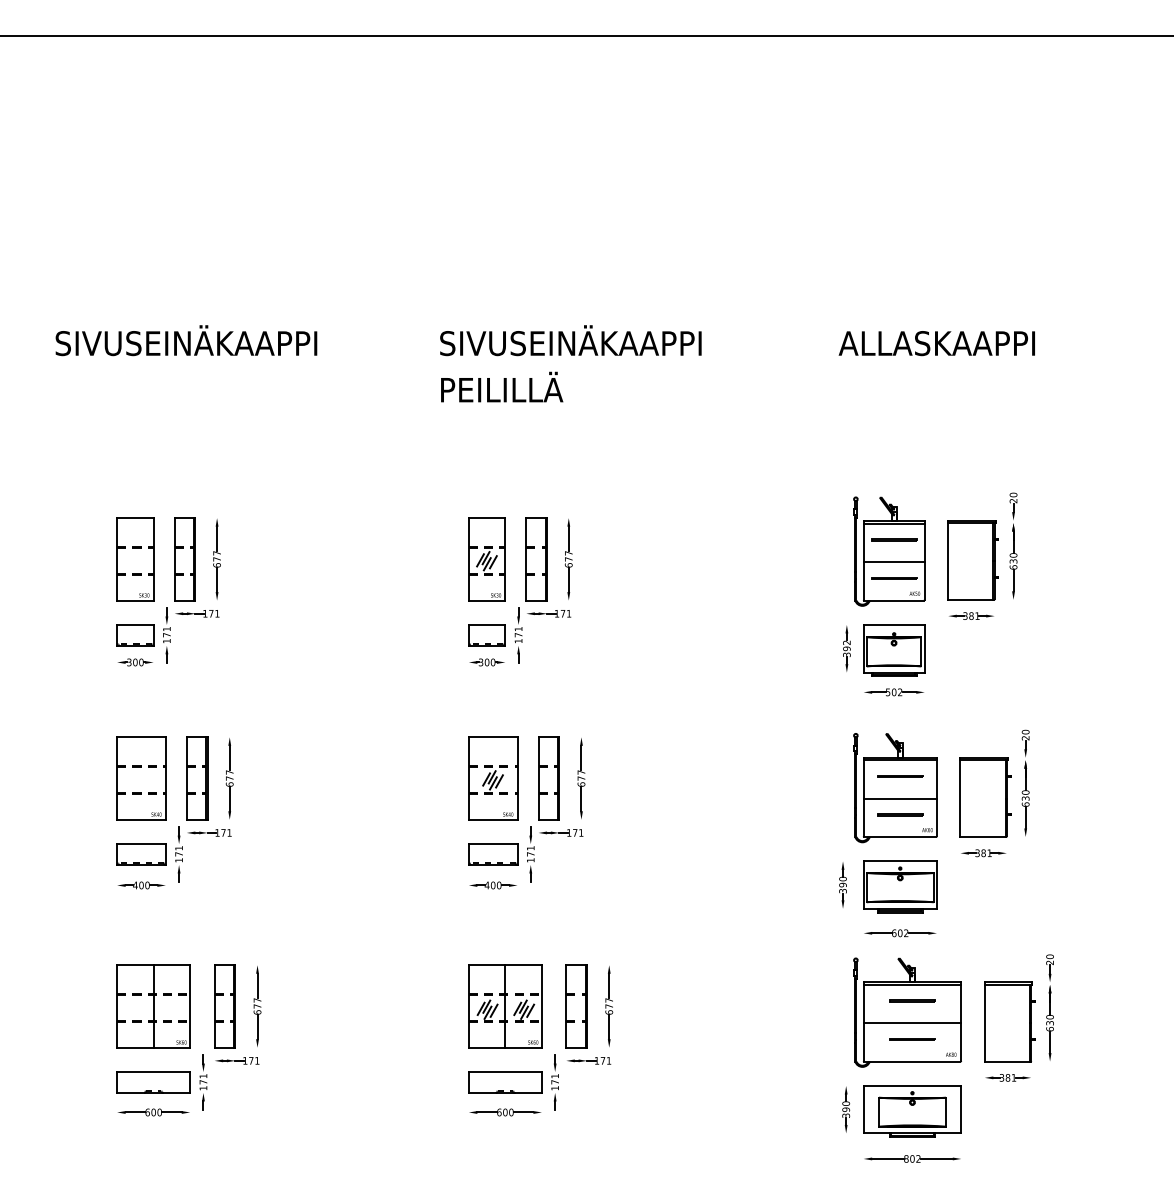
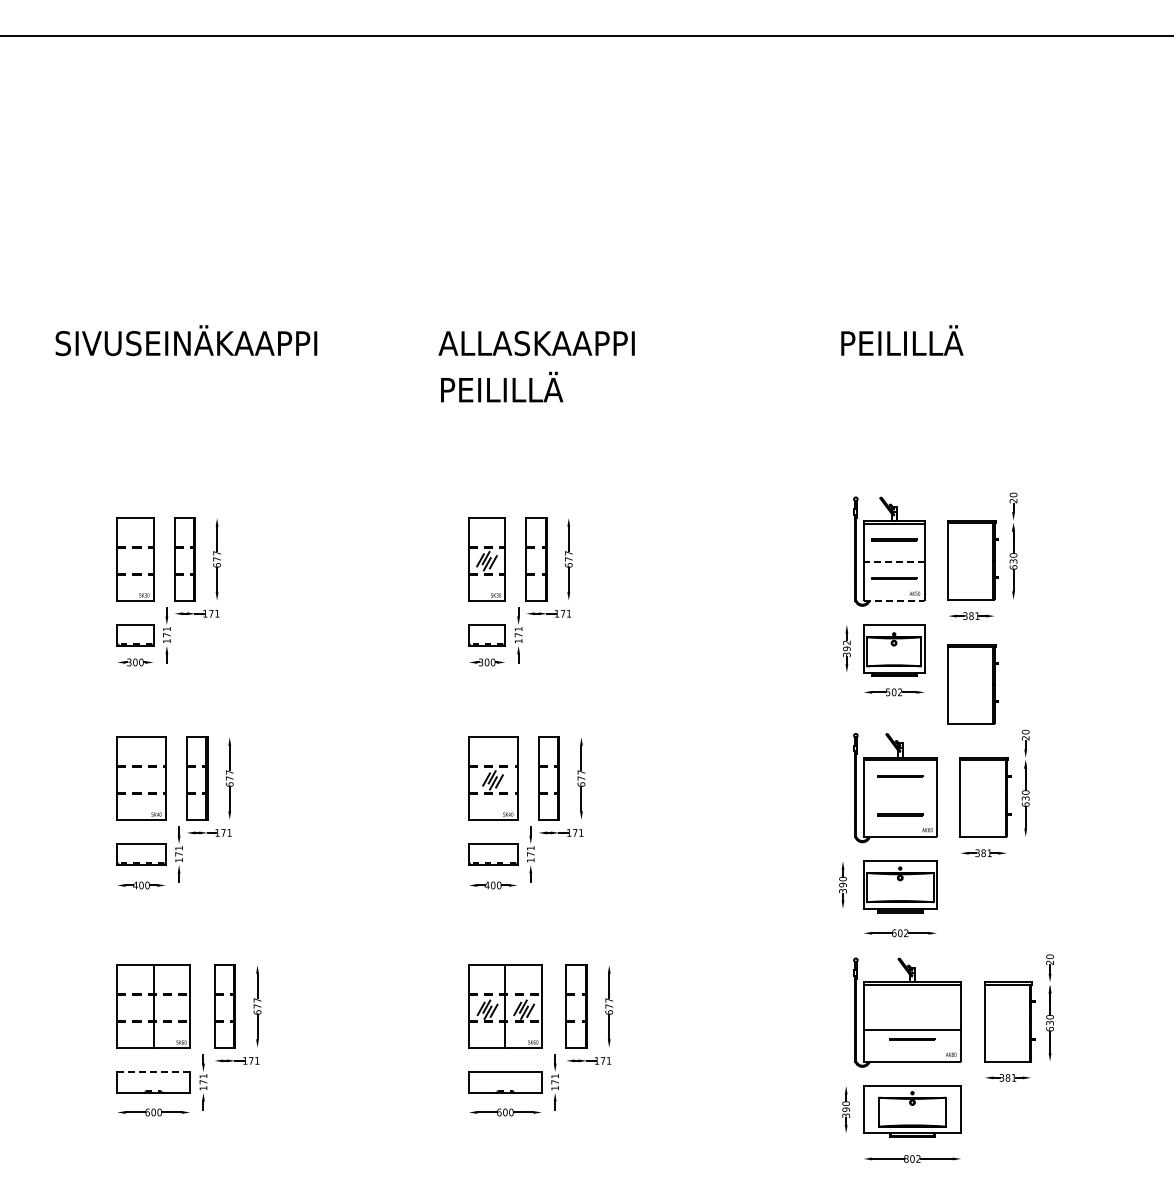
text at (569, 340): SIVUSEINÄKAAPPI -> ALLASKAAPPI
text at (936, 340): ALLASKAAPPI -> PEILILLÄ
line at (893, 562): solid -> dashed
line at (894, 600): solid -> dashed
part at (972, 684): none -> present
line at (899, 798): present -> none
line at (912, 1000): present -> none
line at (912, 1023) position: (912, 1023) -> (912, 1030)
line at (153, 1072): solid -> dashed
